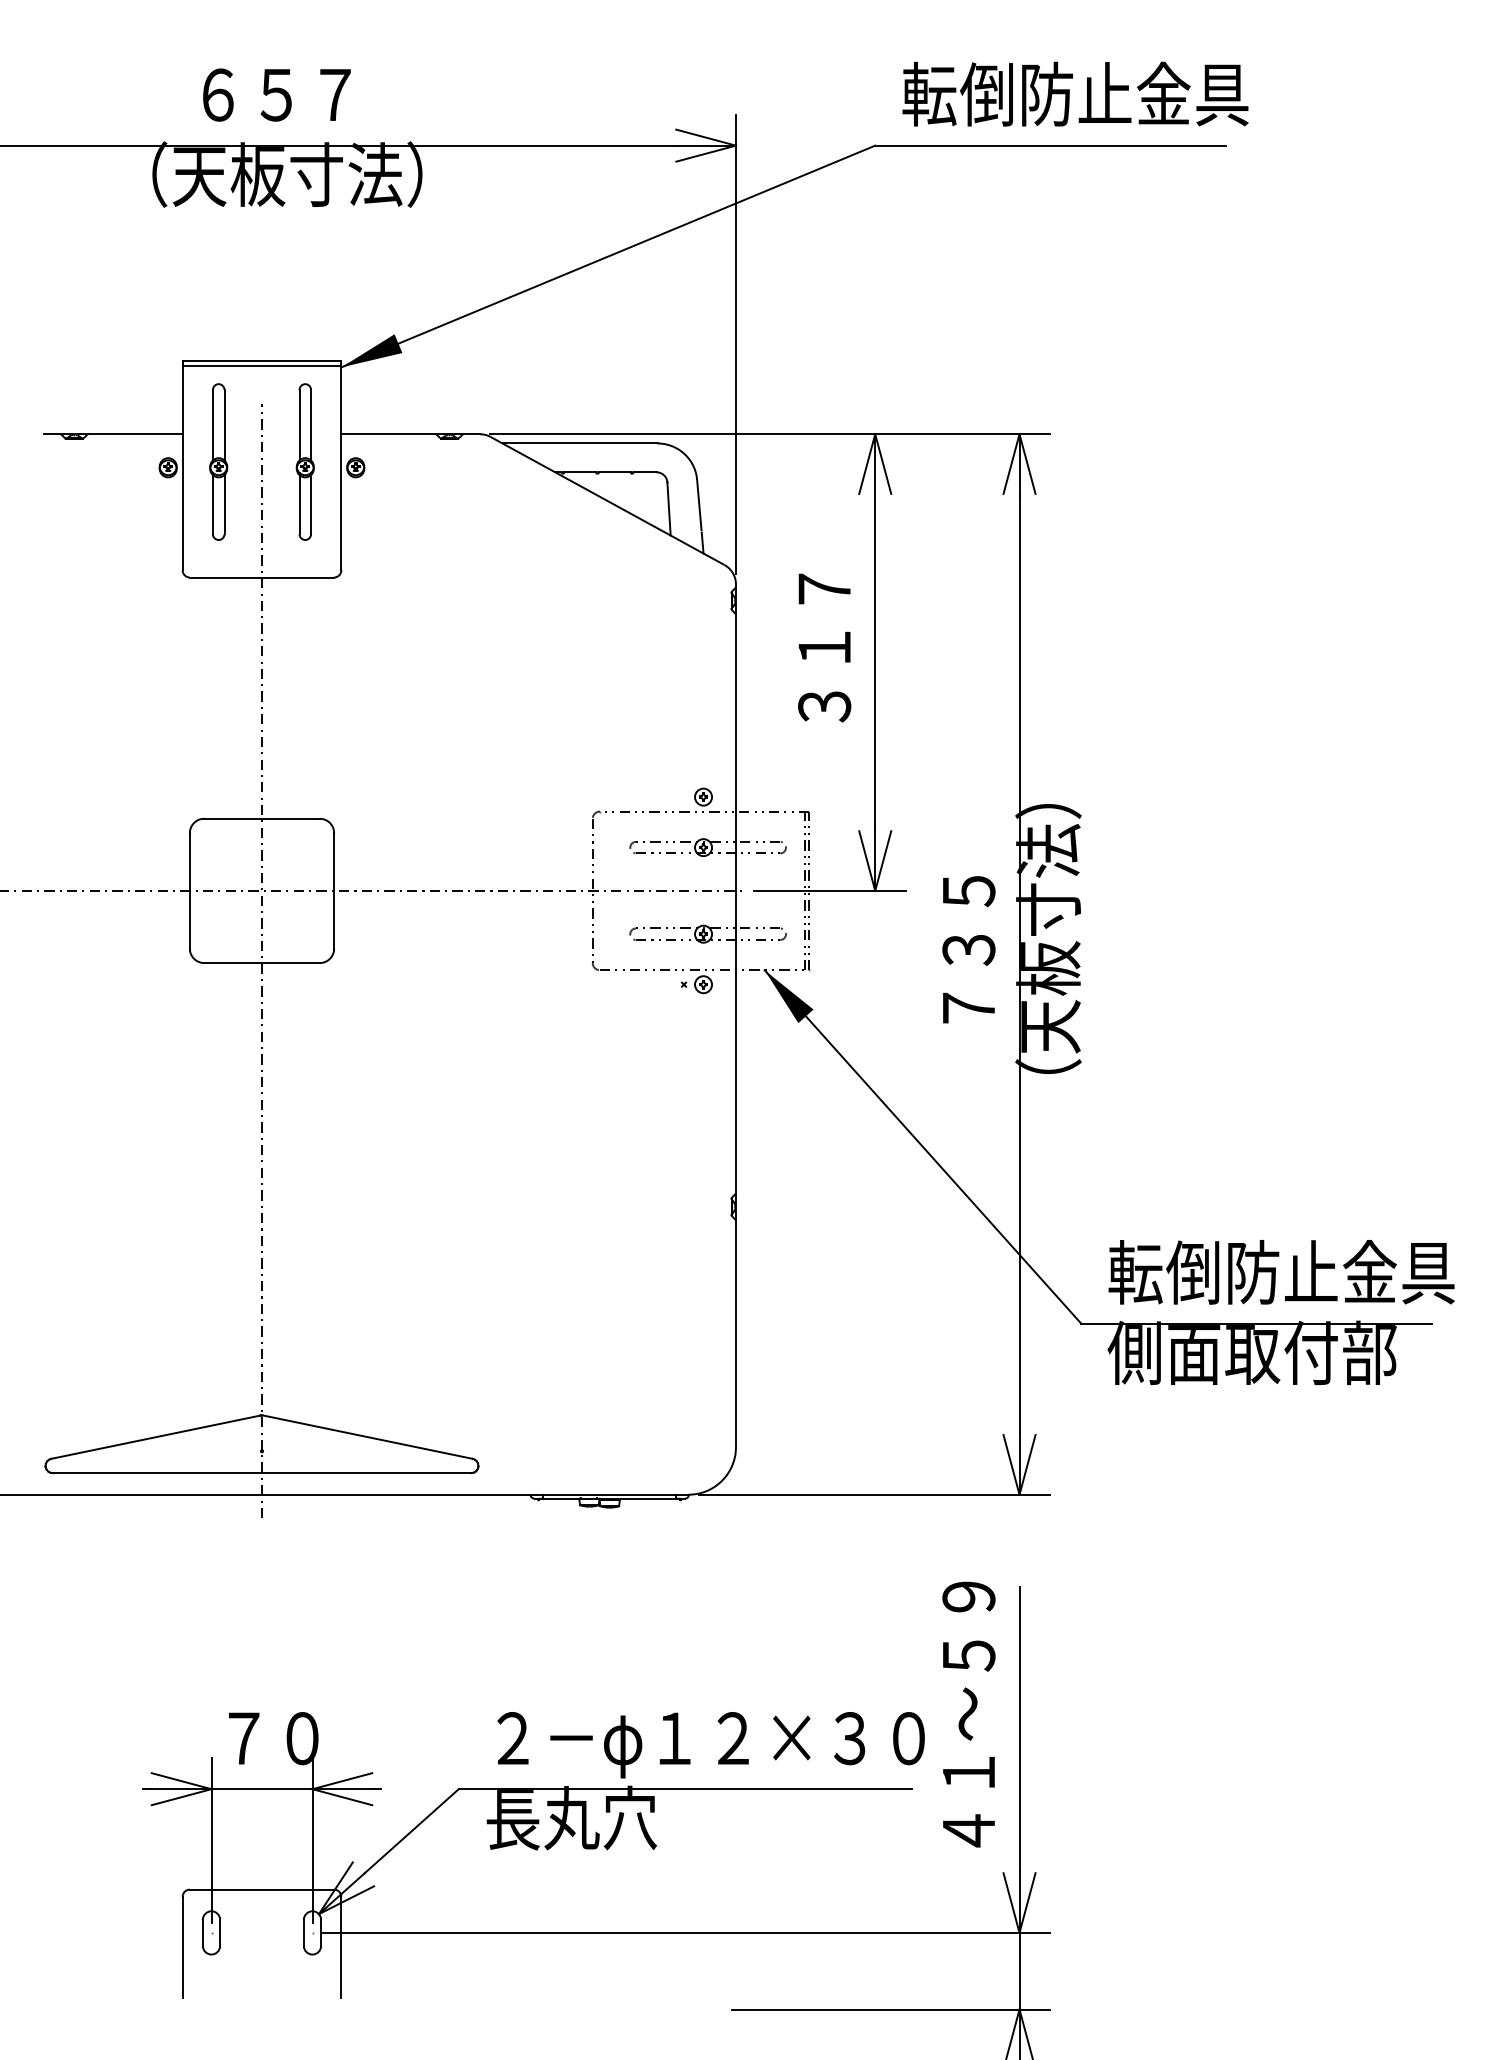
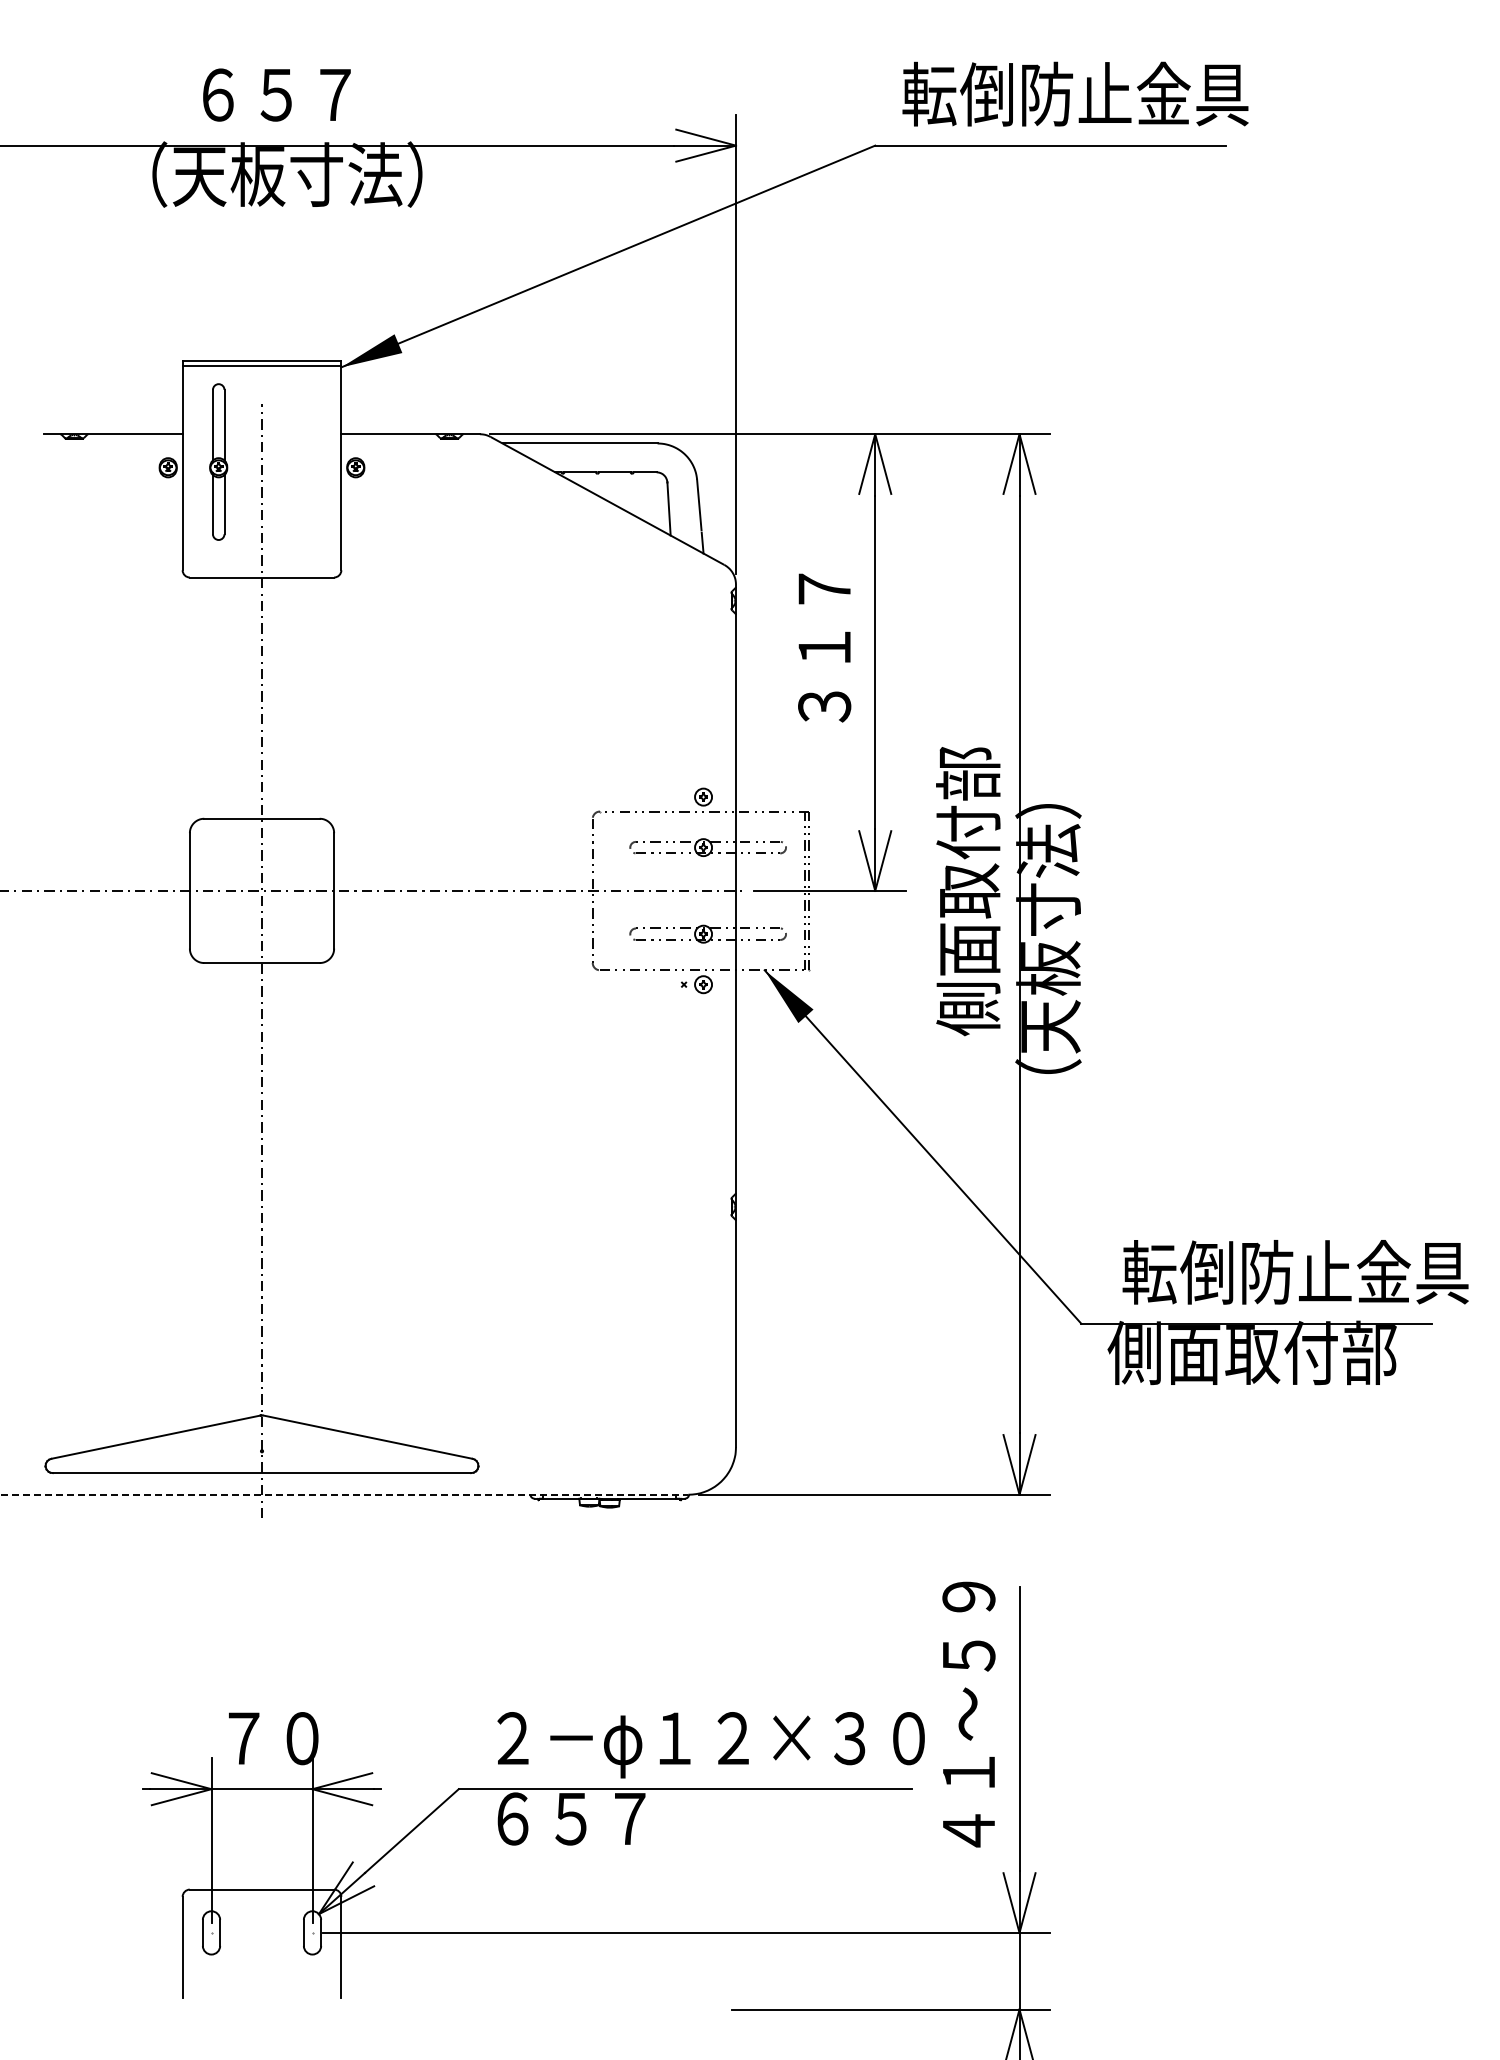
part at (304, 461): present -> none
text at (968, 891): ７３５ -> 側面取付部
text at (1281, 1272) position: (1281, 1272) -> (1295, 1272)
line at (344, 1494): solid -> dashed
text at (571, 1817): 長丸穴 -> ６５７
